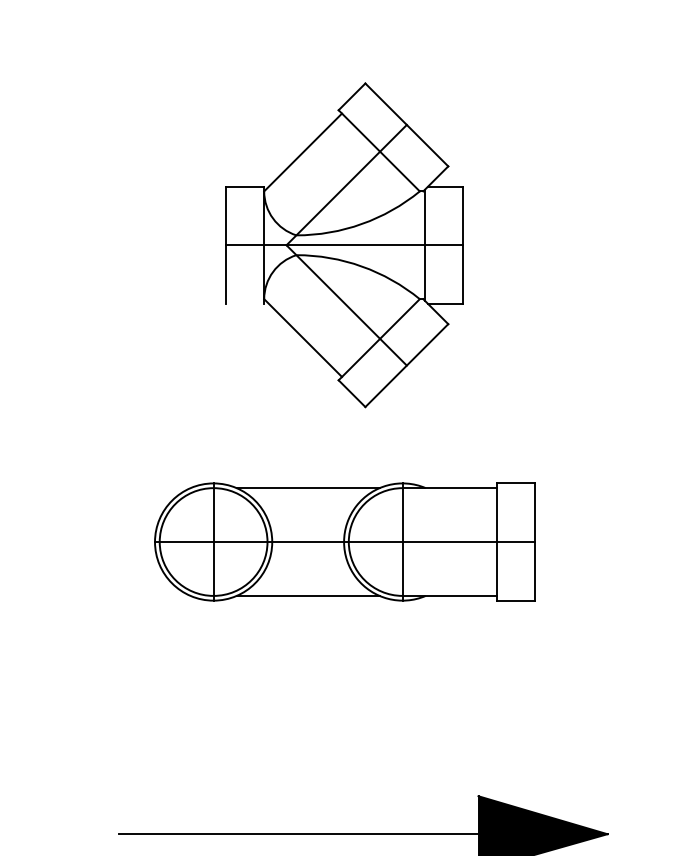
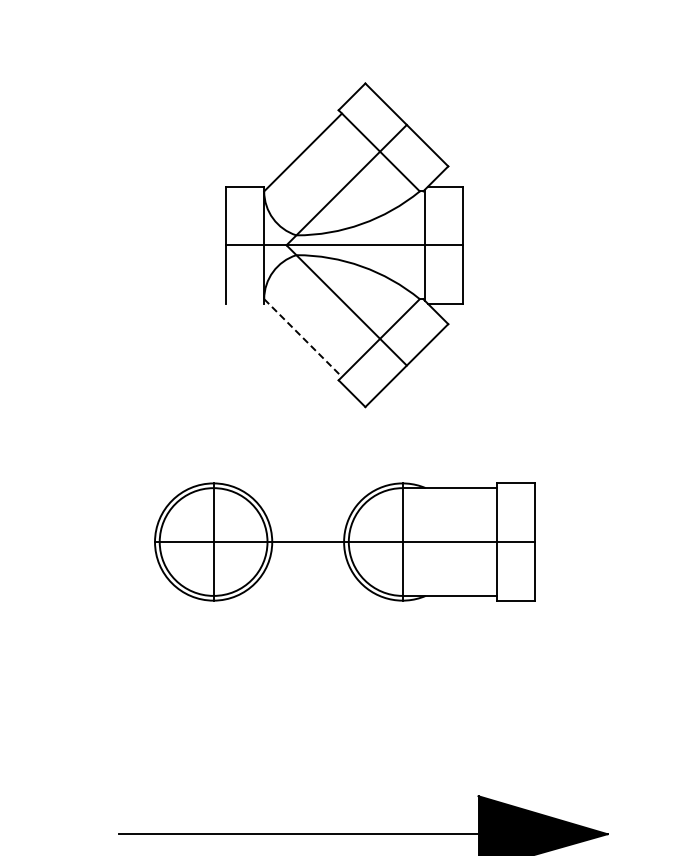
line at (303, 338): solid -> dashed
line at (307, 488): present -> none
line at (307, 595): present -> none
